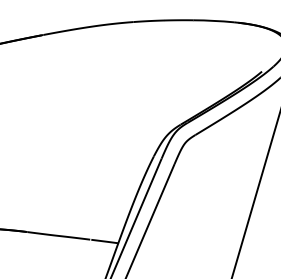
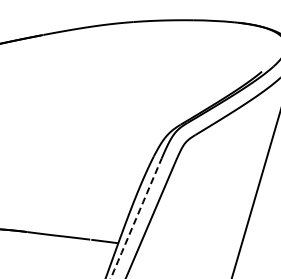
arc at (136, 218): solid -> dashed
